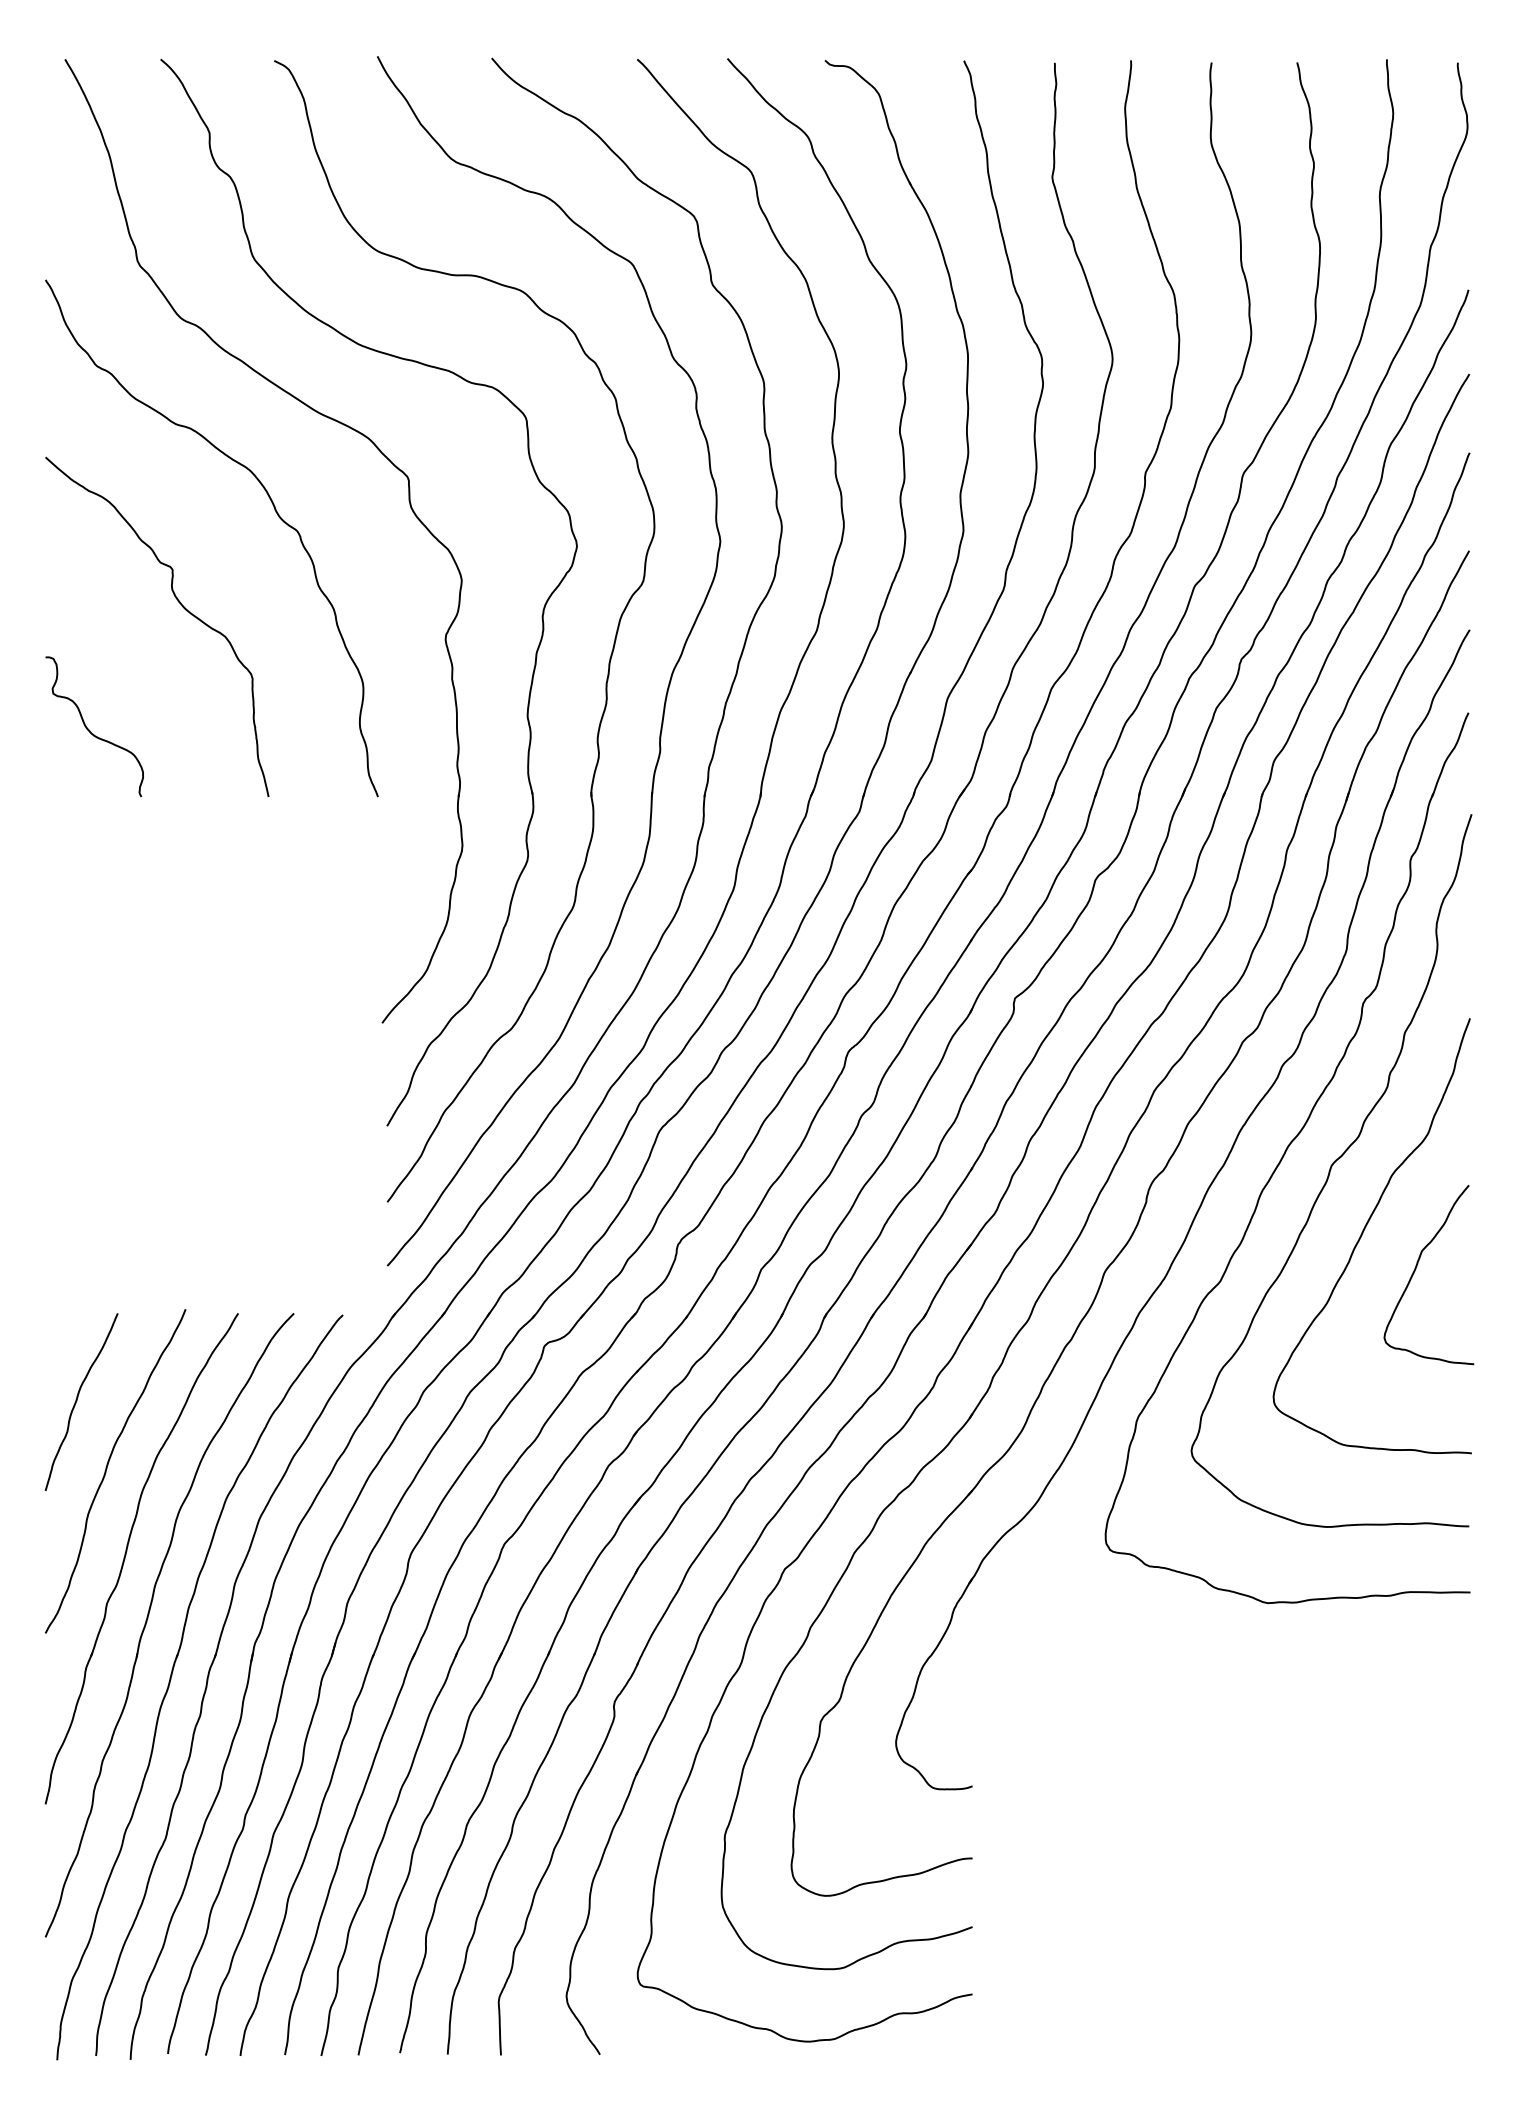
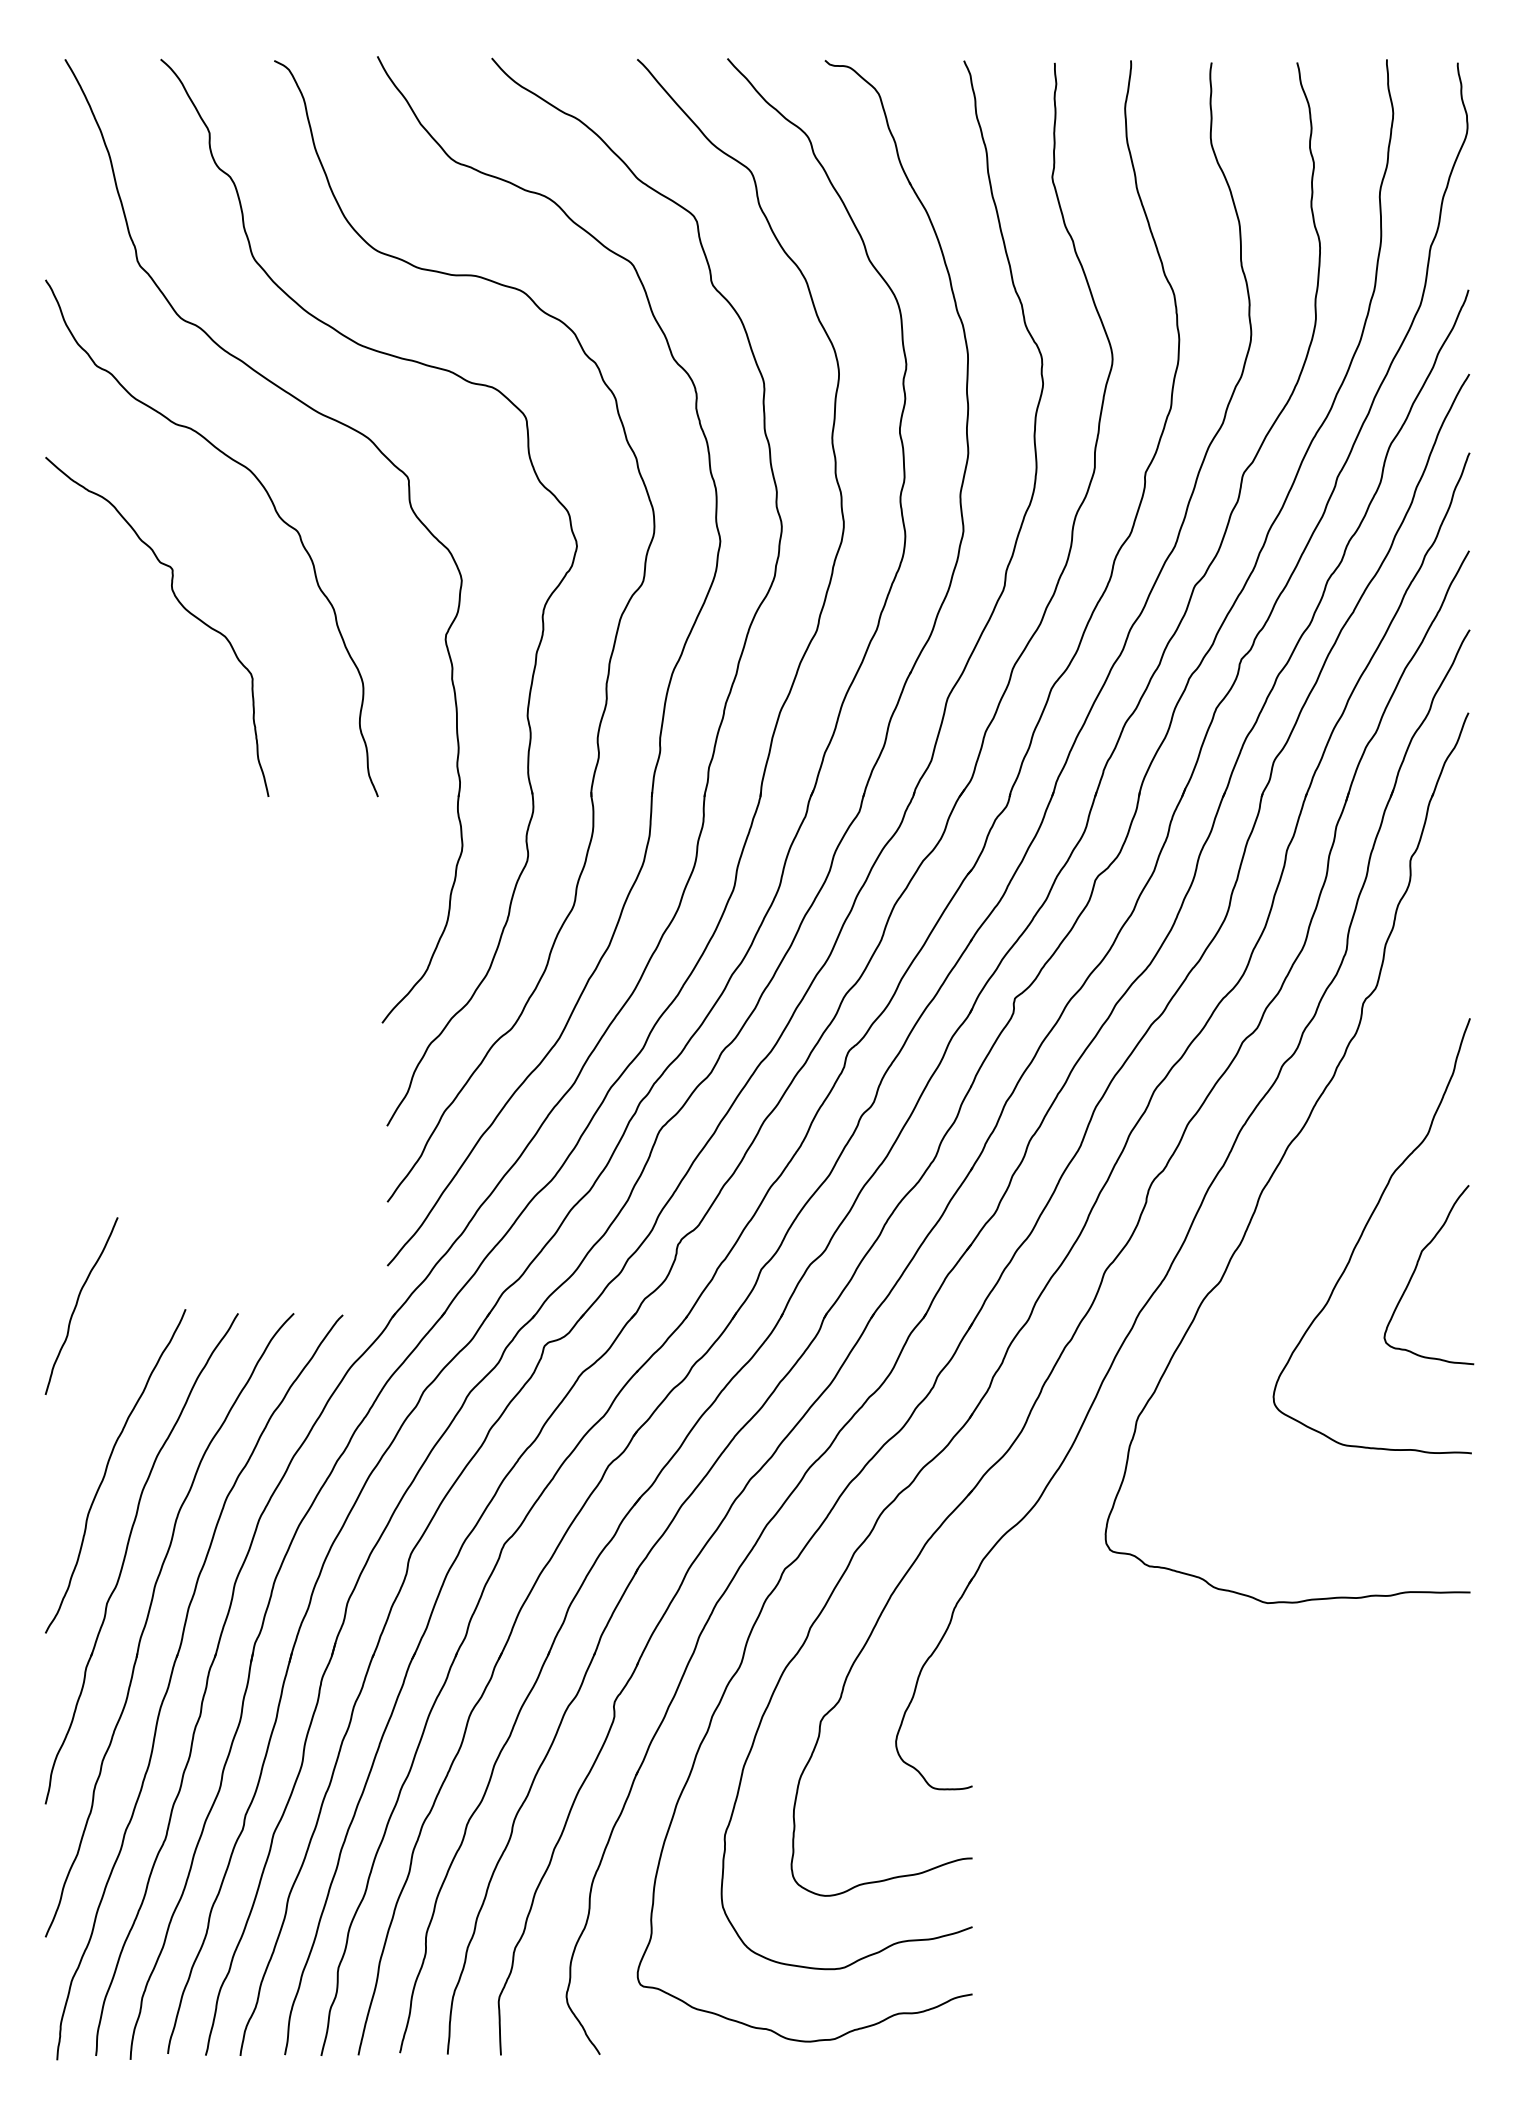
curve at (90, 730): present -> none
curve at (1331, 1169): present -> none
curve at (77, 1401) position: (77, 1401) -> (77, 1305)
